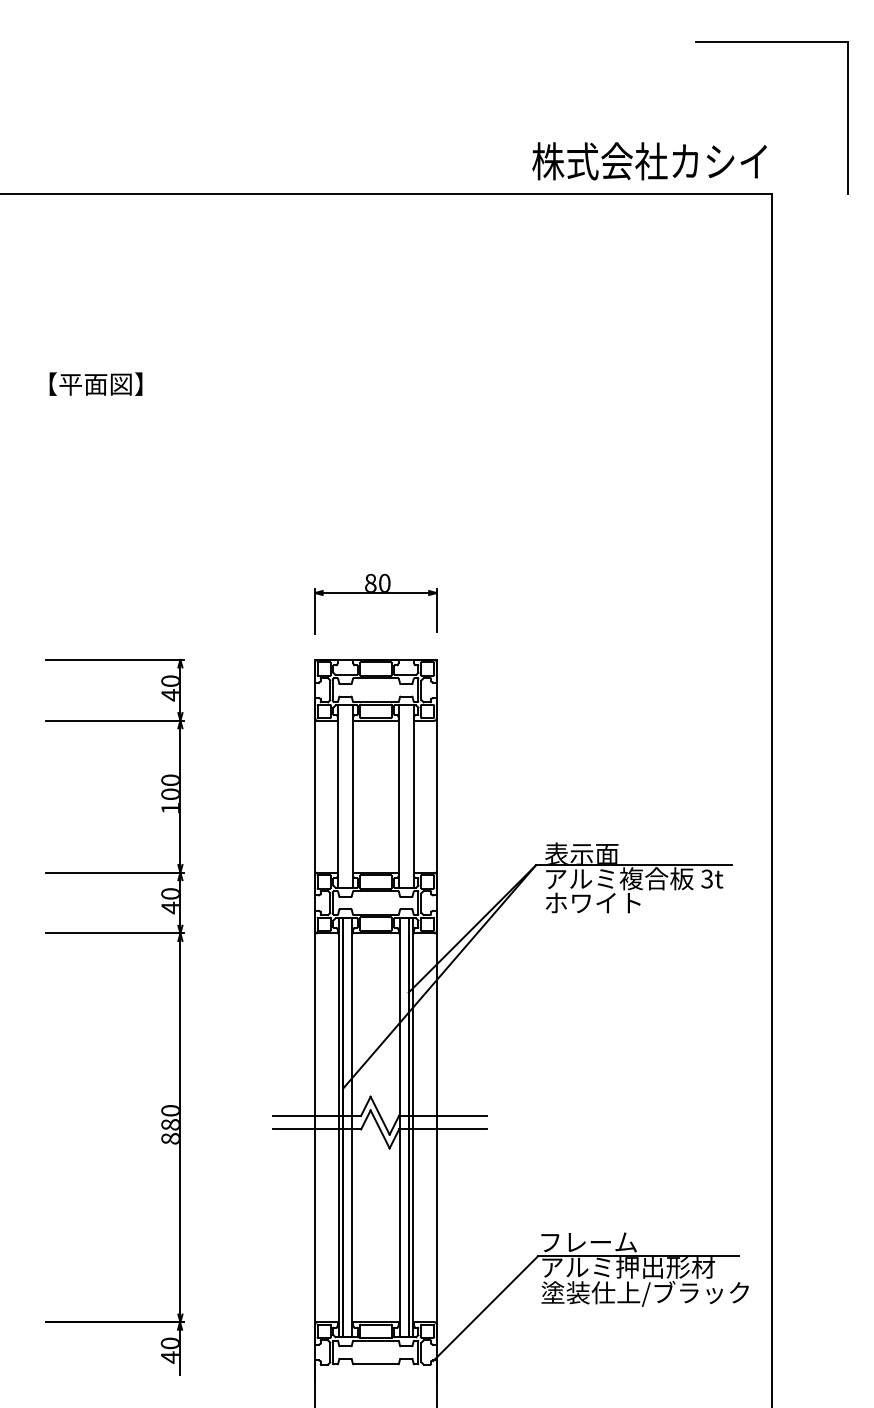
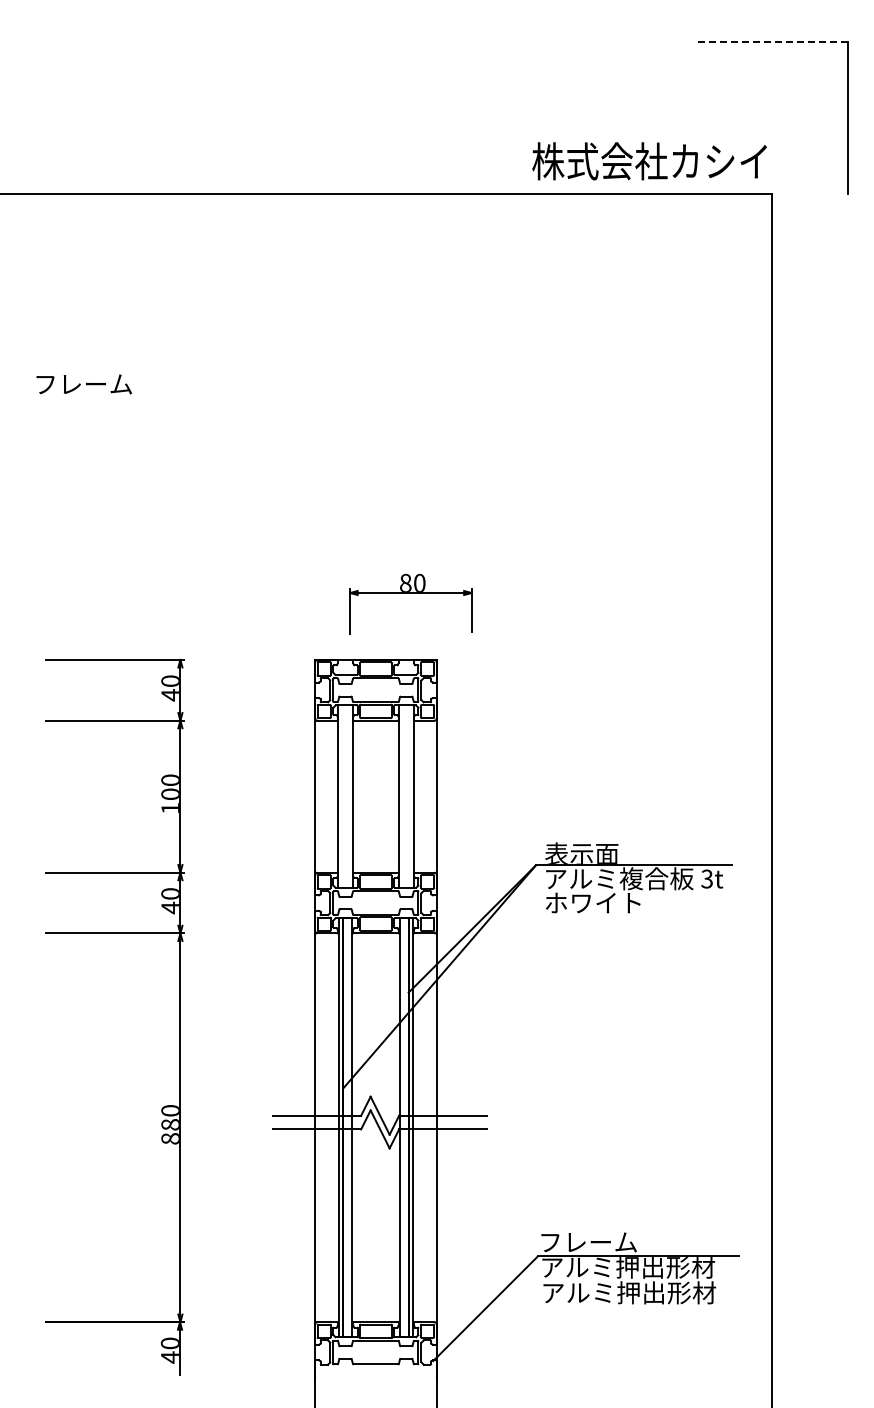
line at (771, 42): solid -> dashed
text at (89, 383): 【平面図】 -> フレーム
part at (375, 593) position: (375, 593) -> (410, 593)
text at (644, 1293): 塗装仕上/ブラック -> アルミ押出形材
